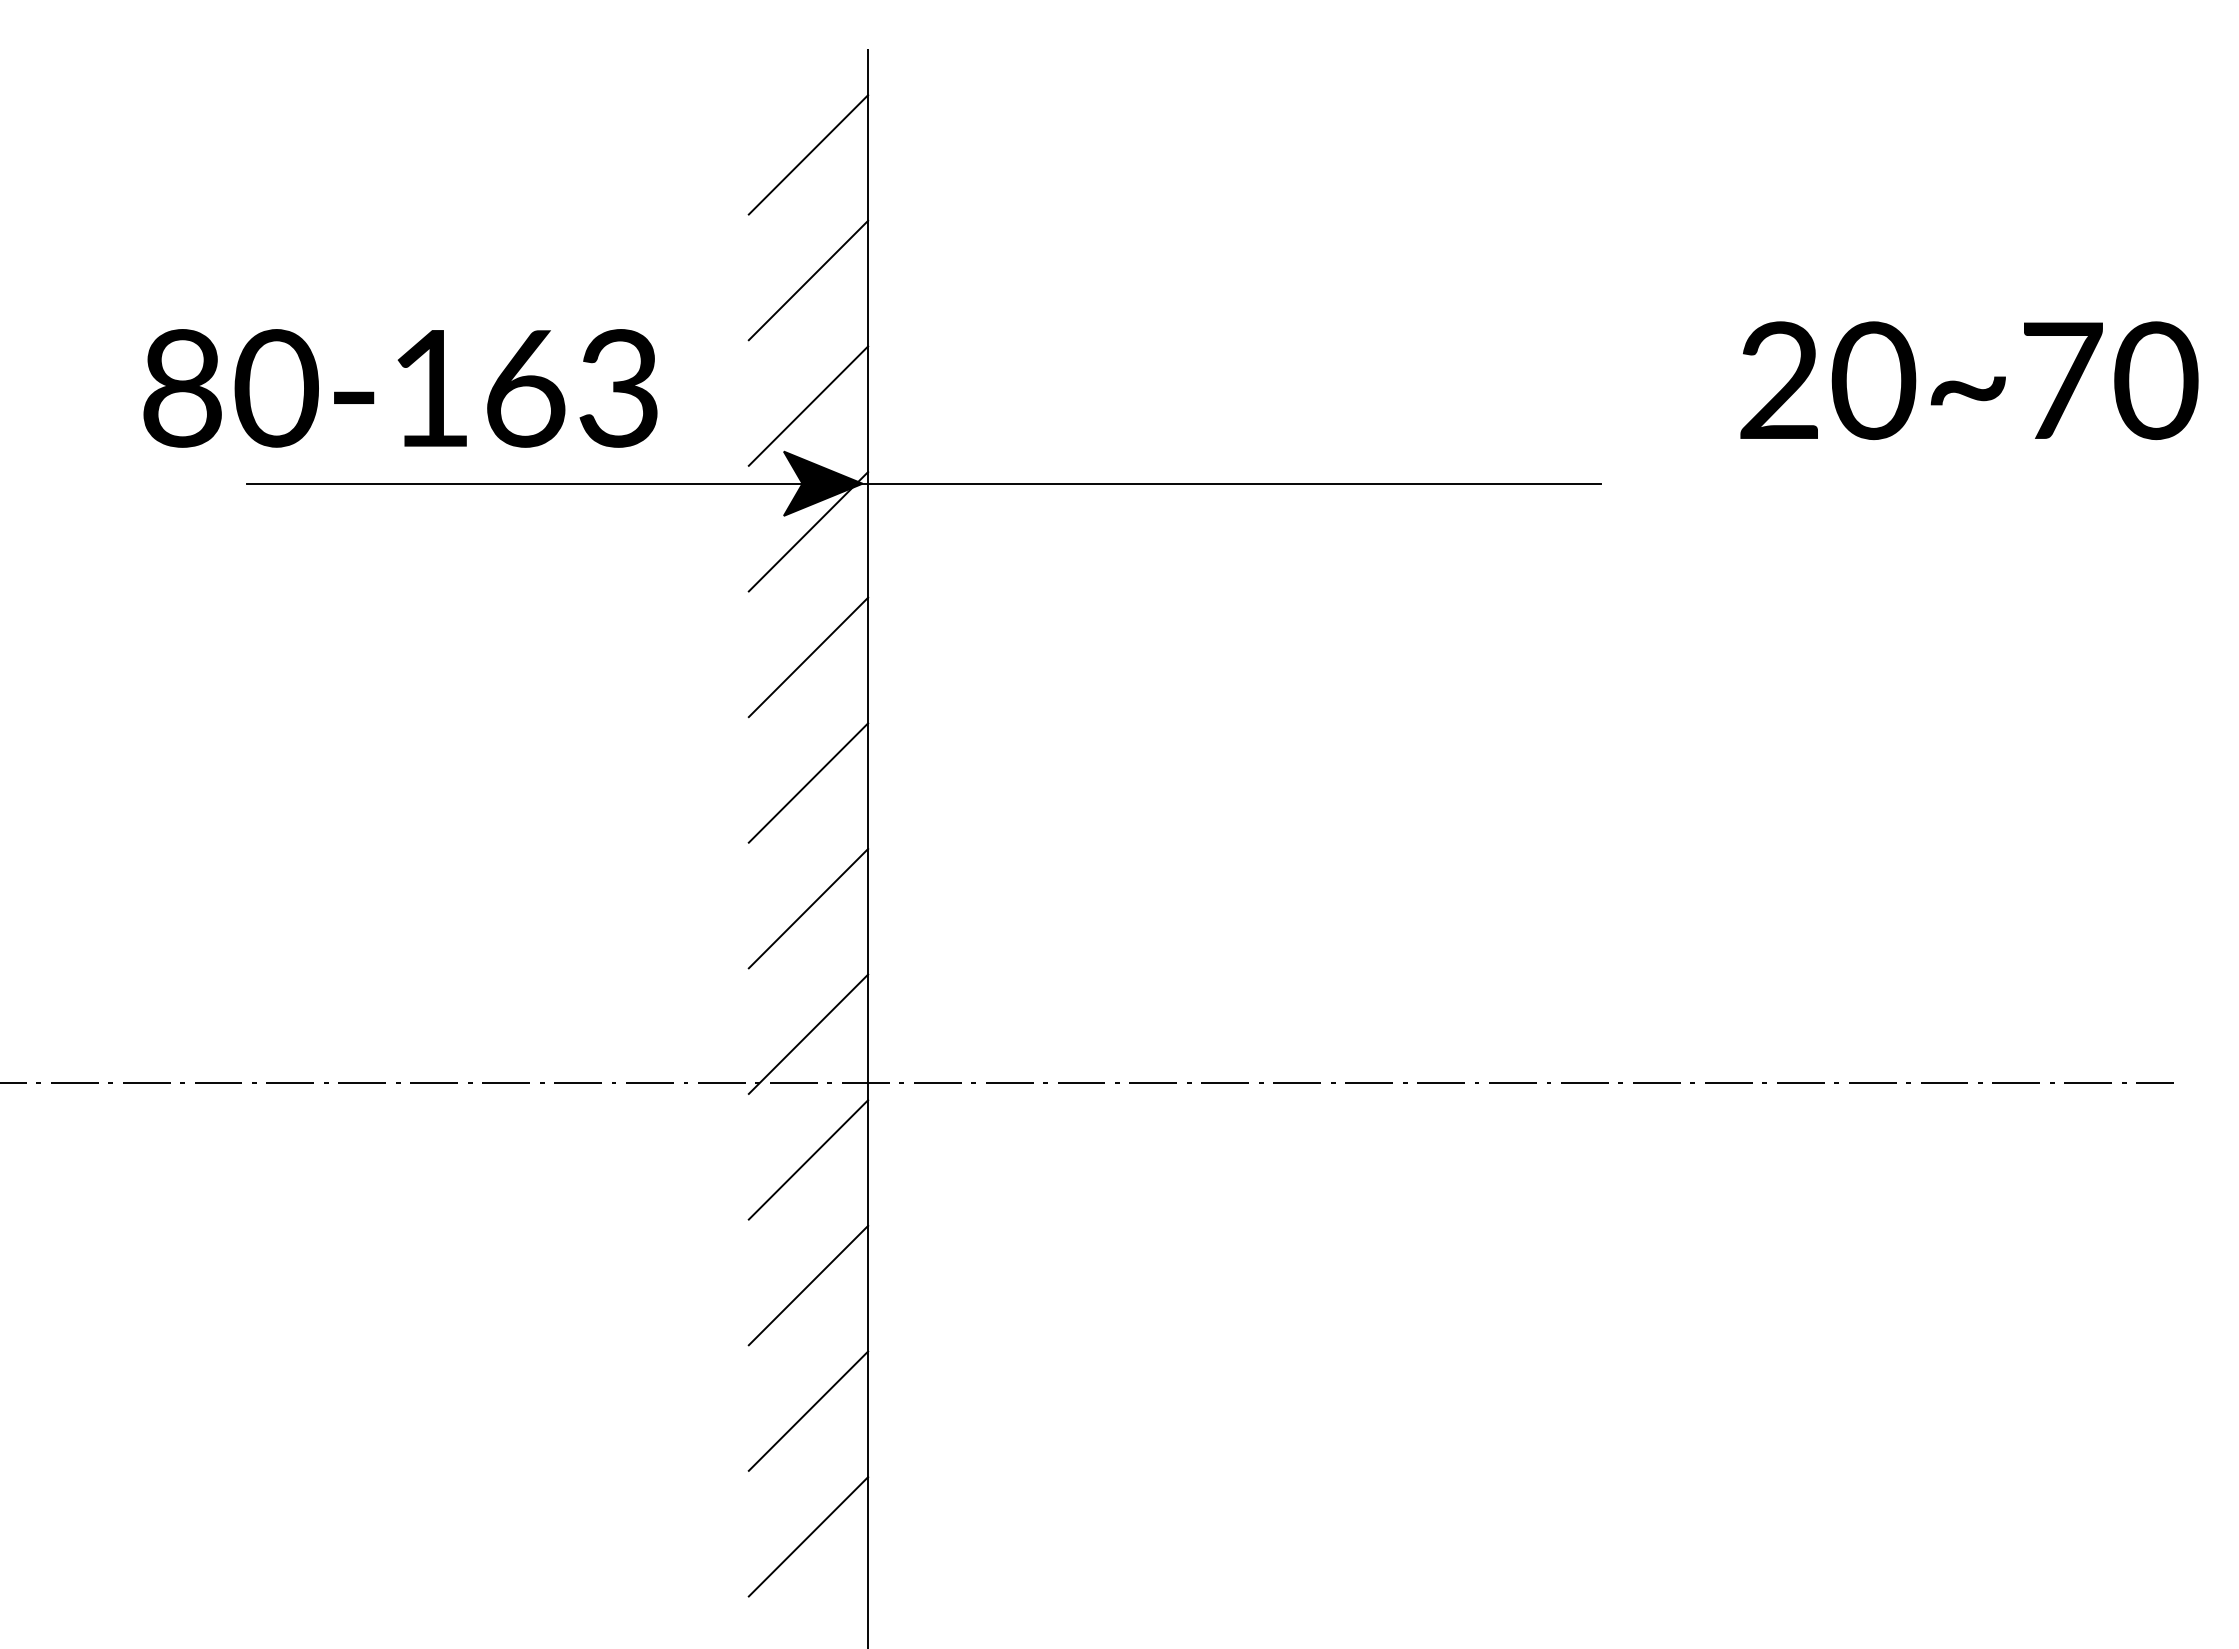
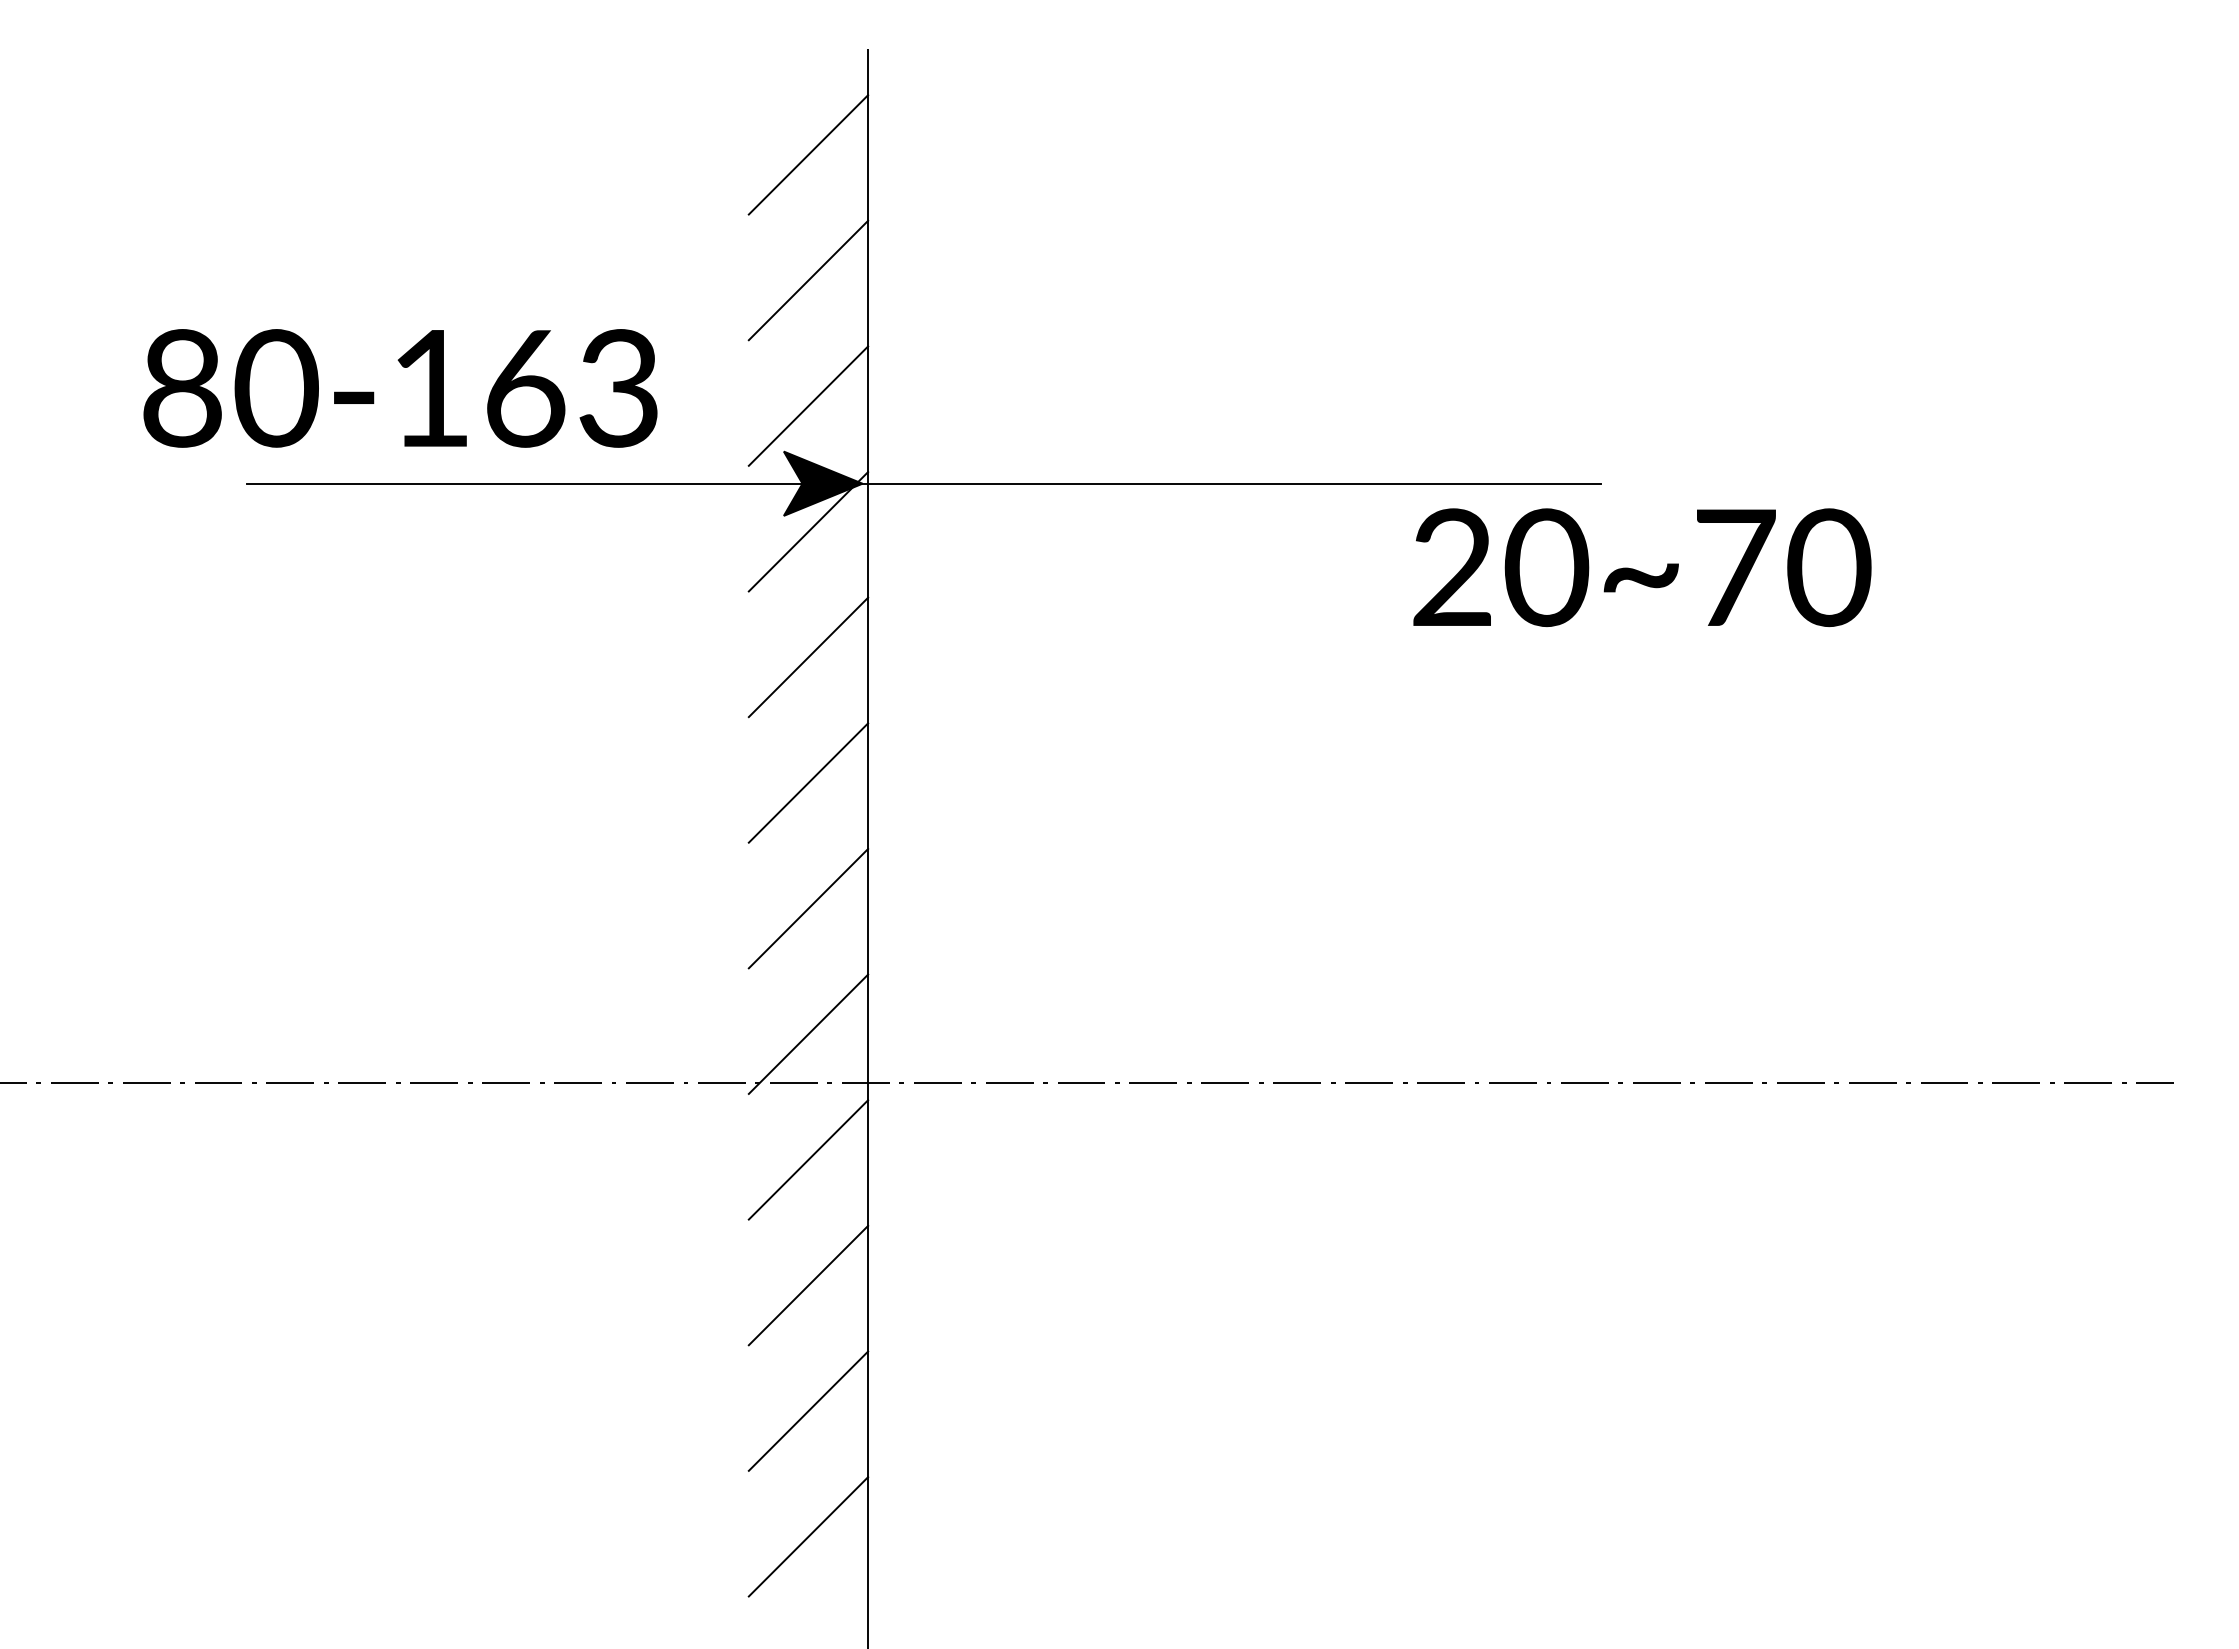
text at (1969, 380) position: (1969, 380) -> (1642, 567)
